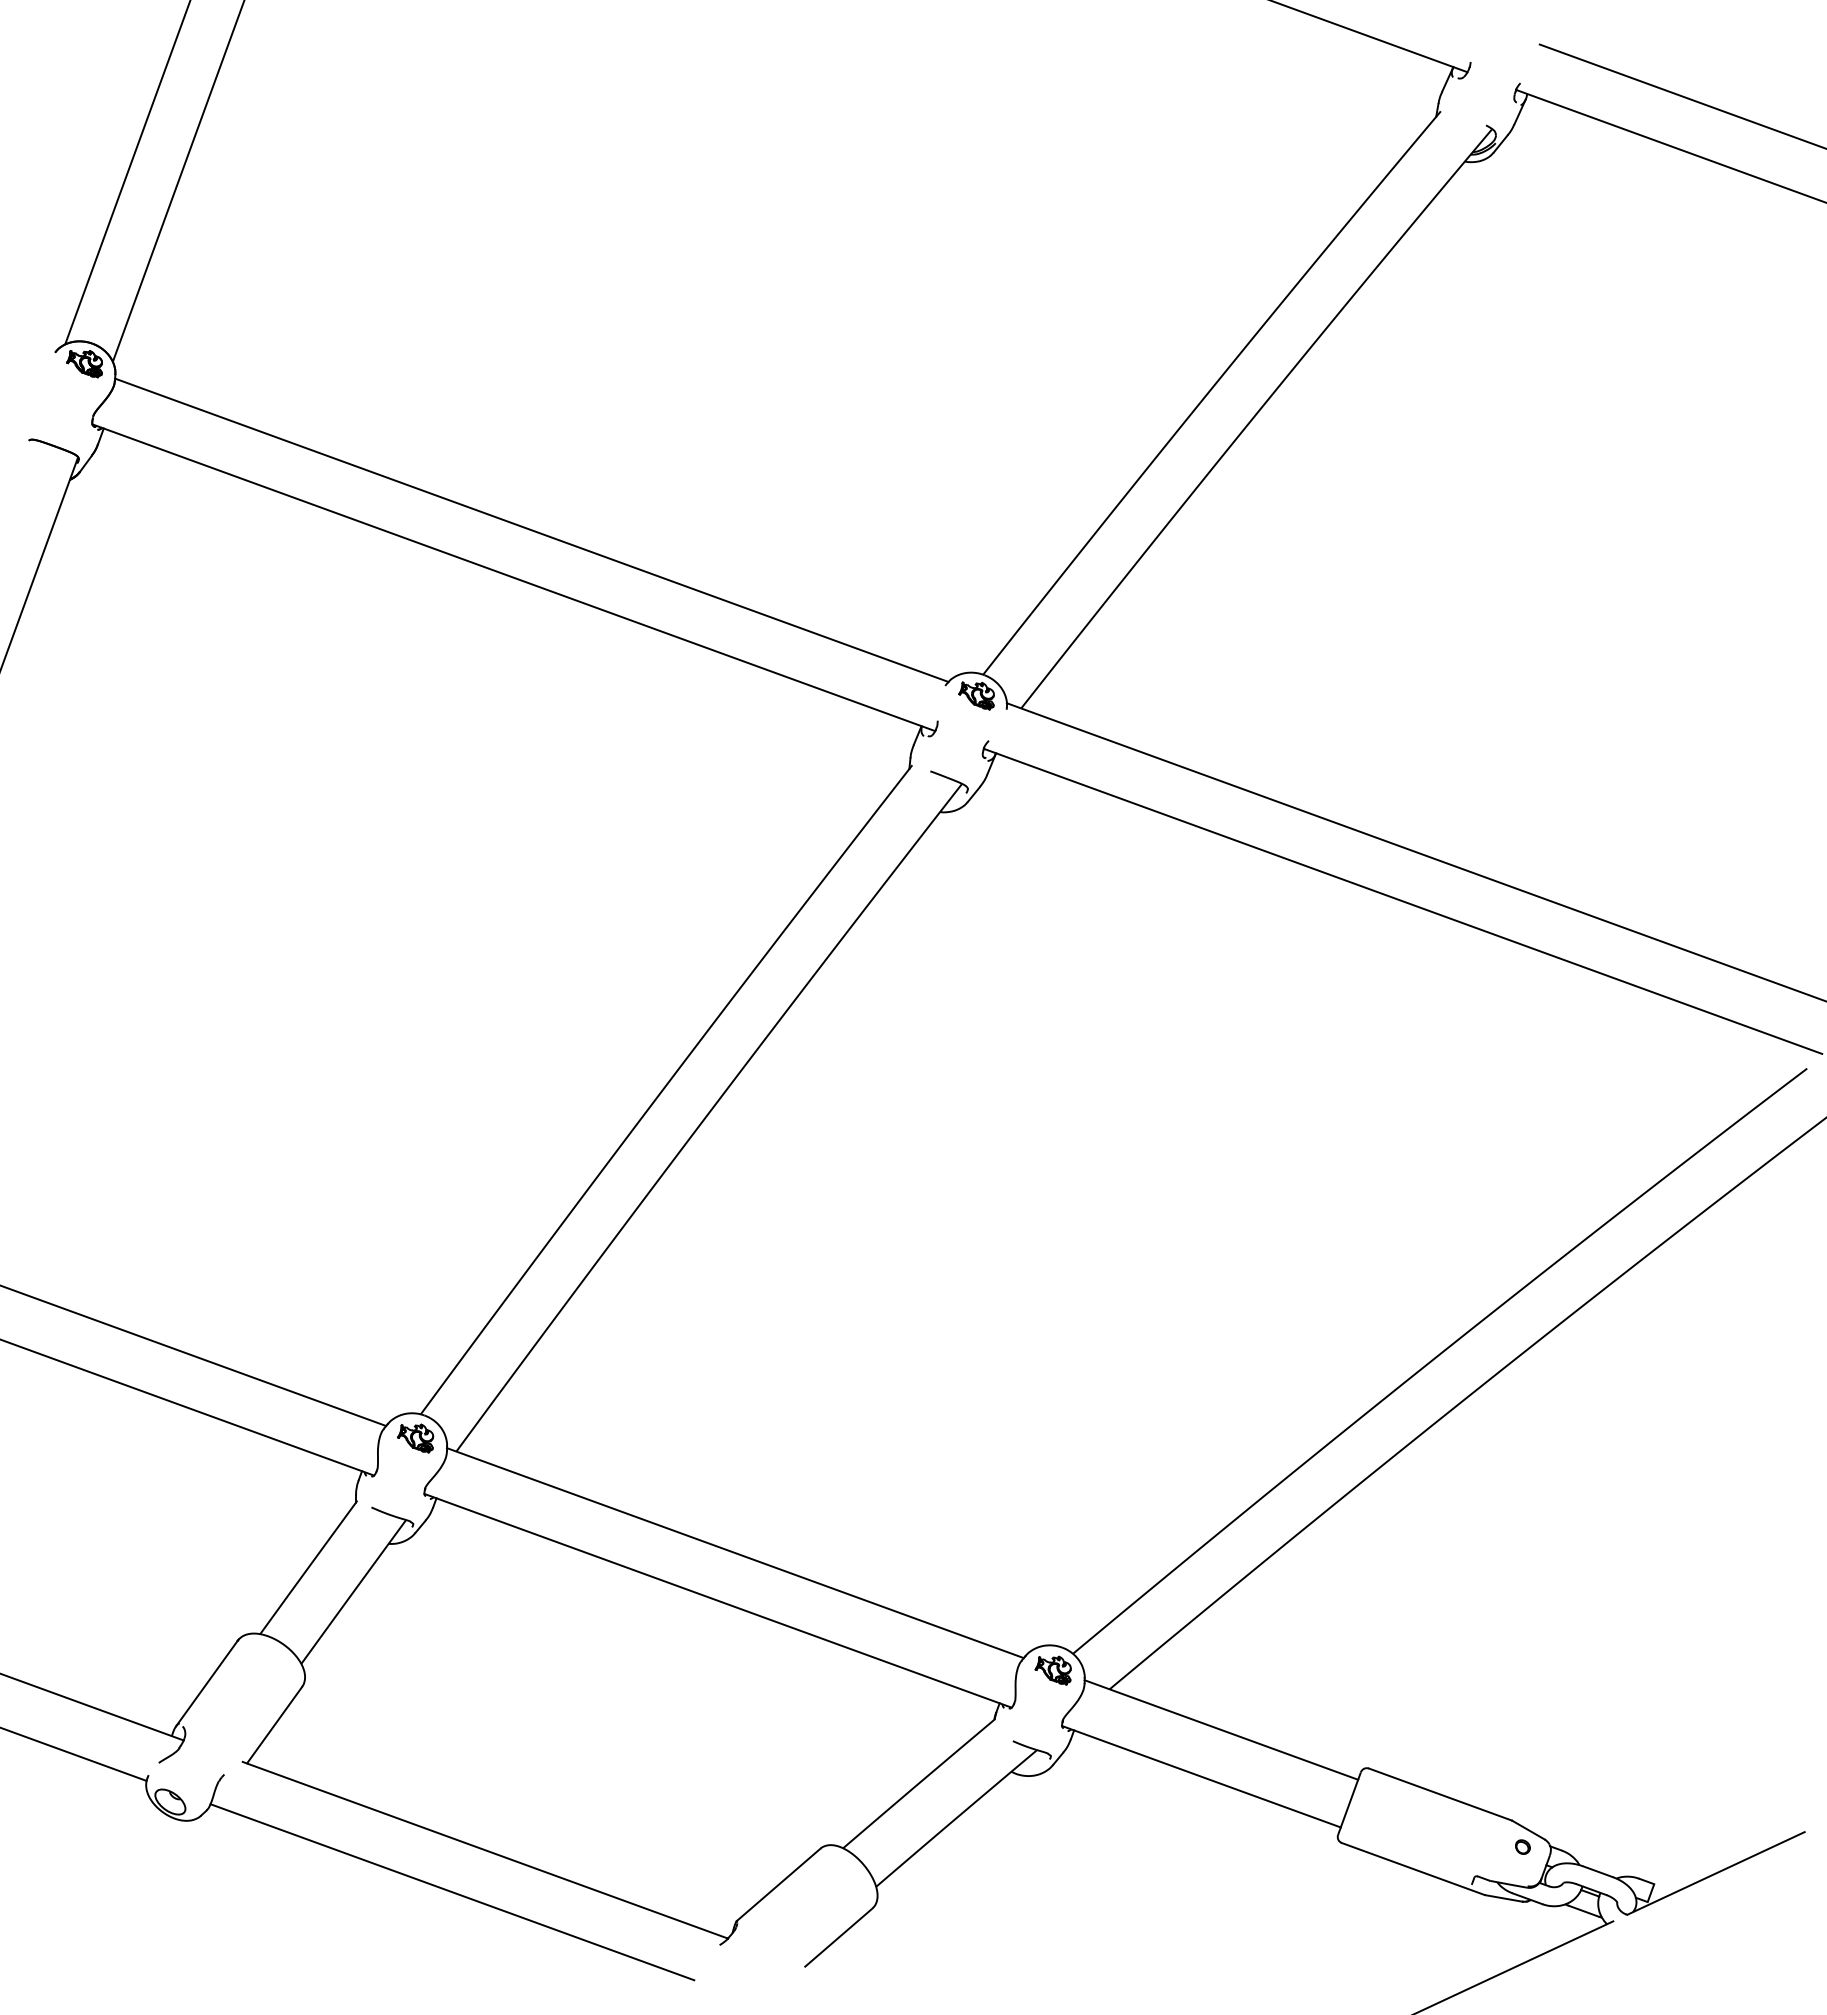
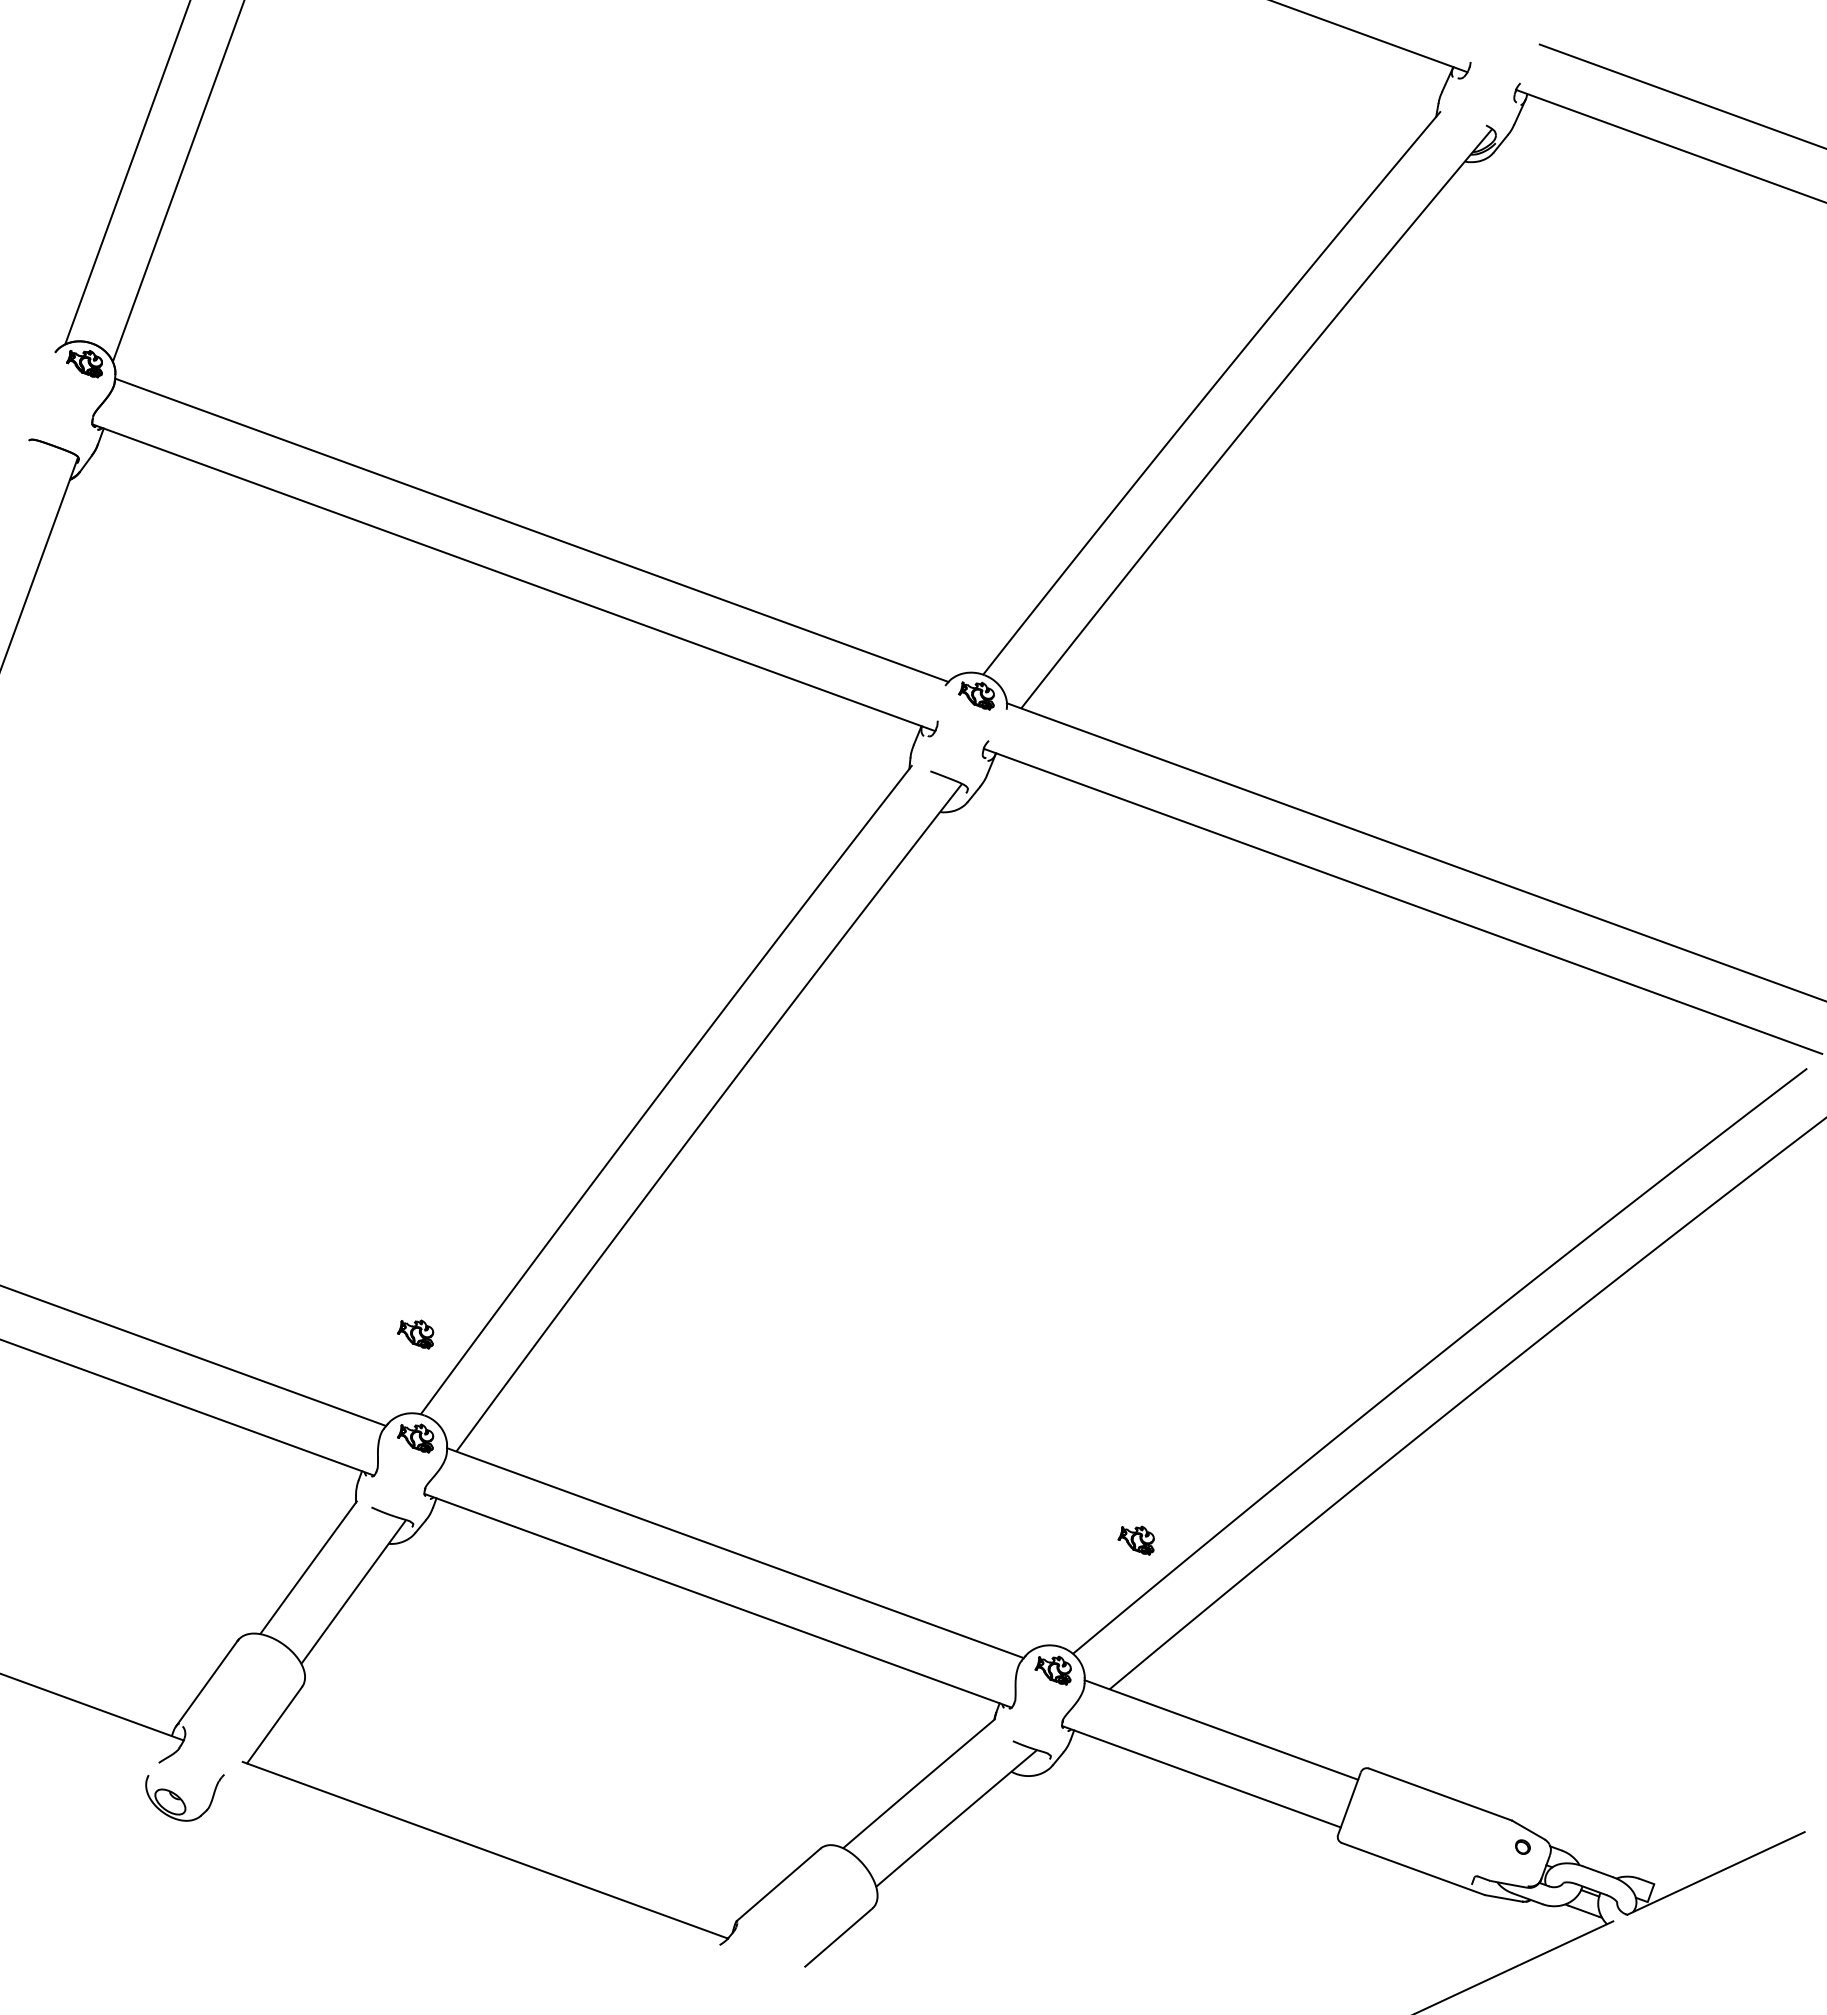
part at (415, 1334): none -> present
part at (1135, 1540): none -> present
line at (74, 1754): present -> none
line at (452, 1892): present -> none
